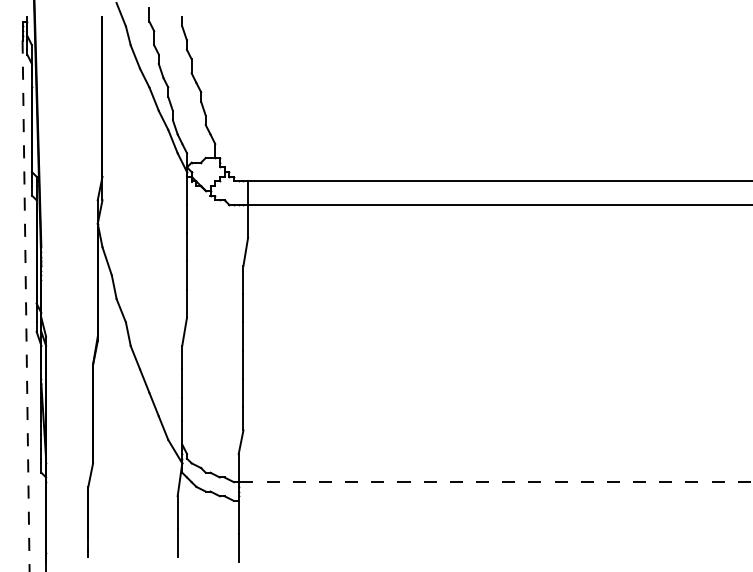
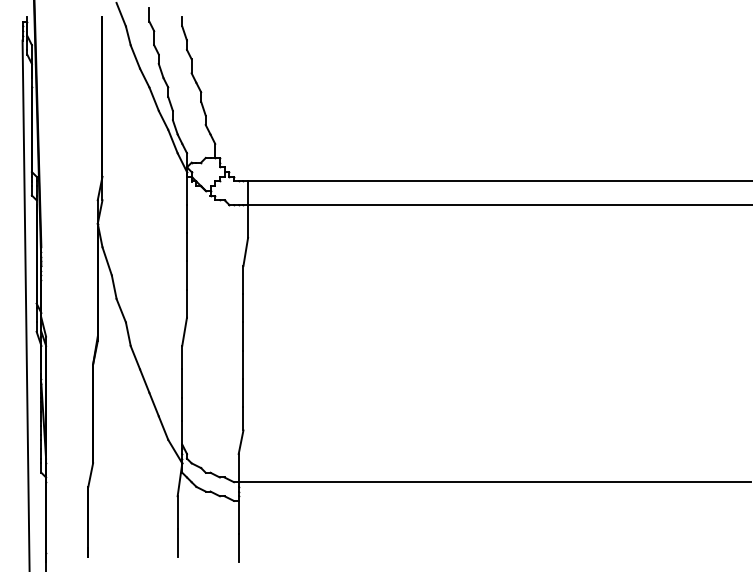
line at (26, 306): dashed -> solid
line at (494, 482): dashed -> solid
